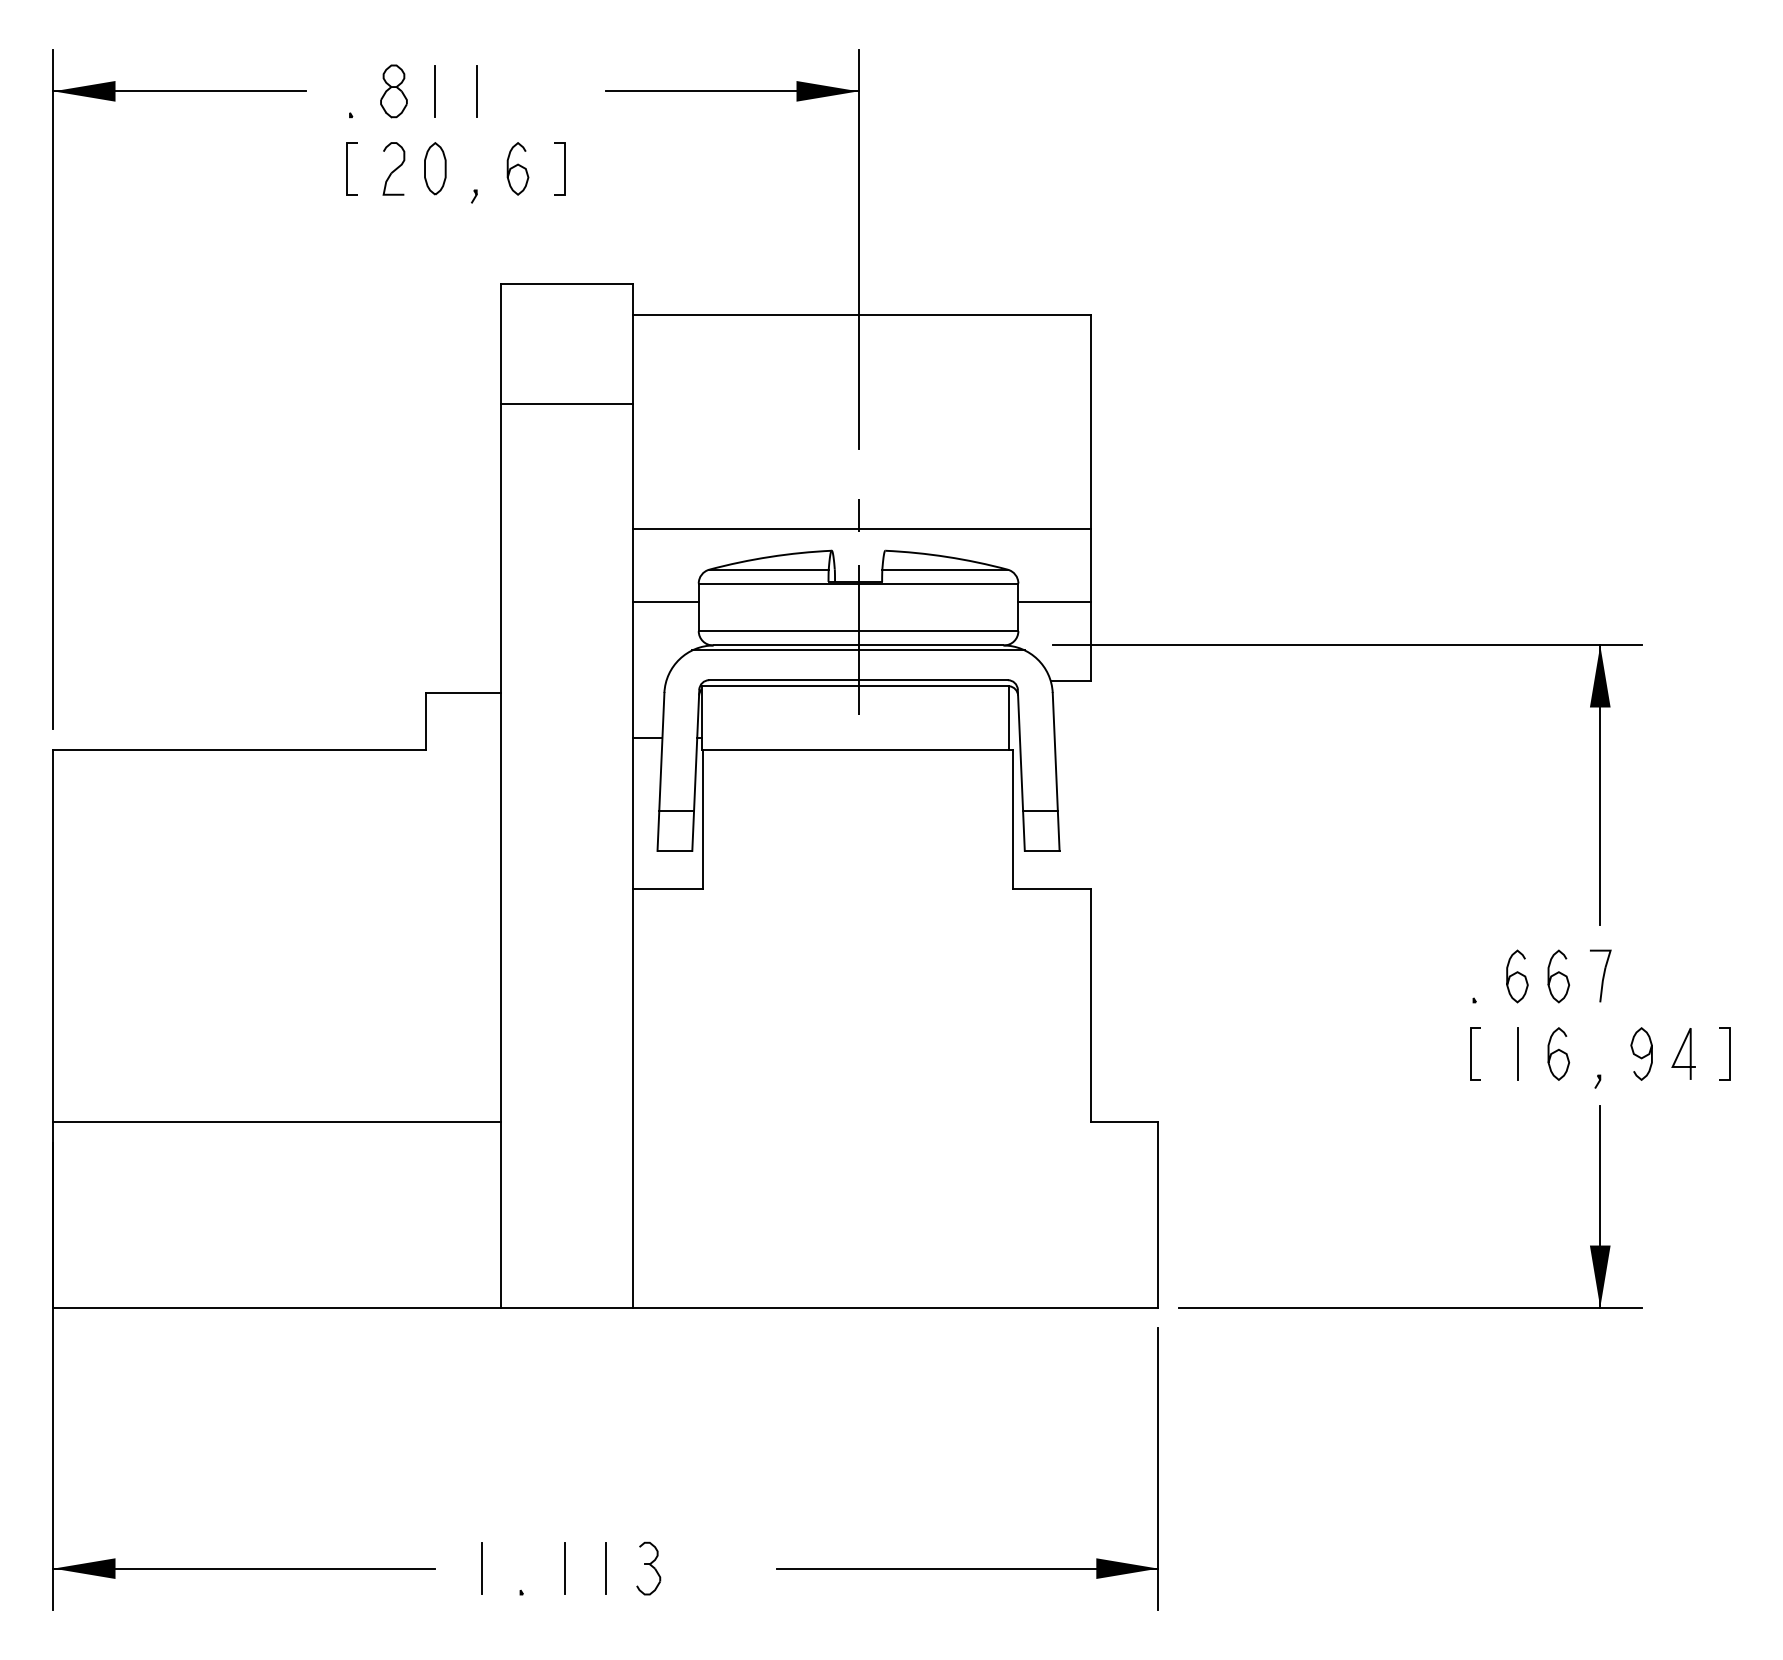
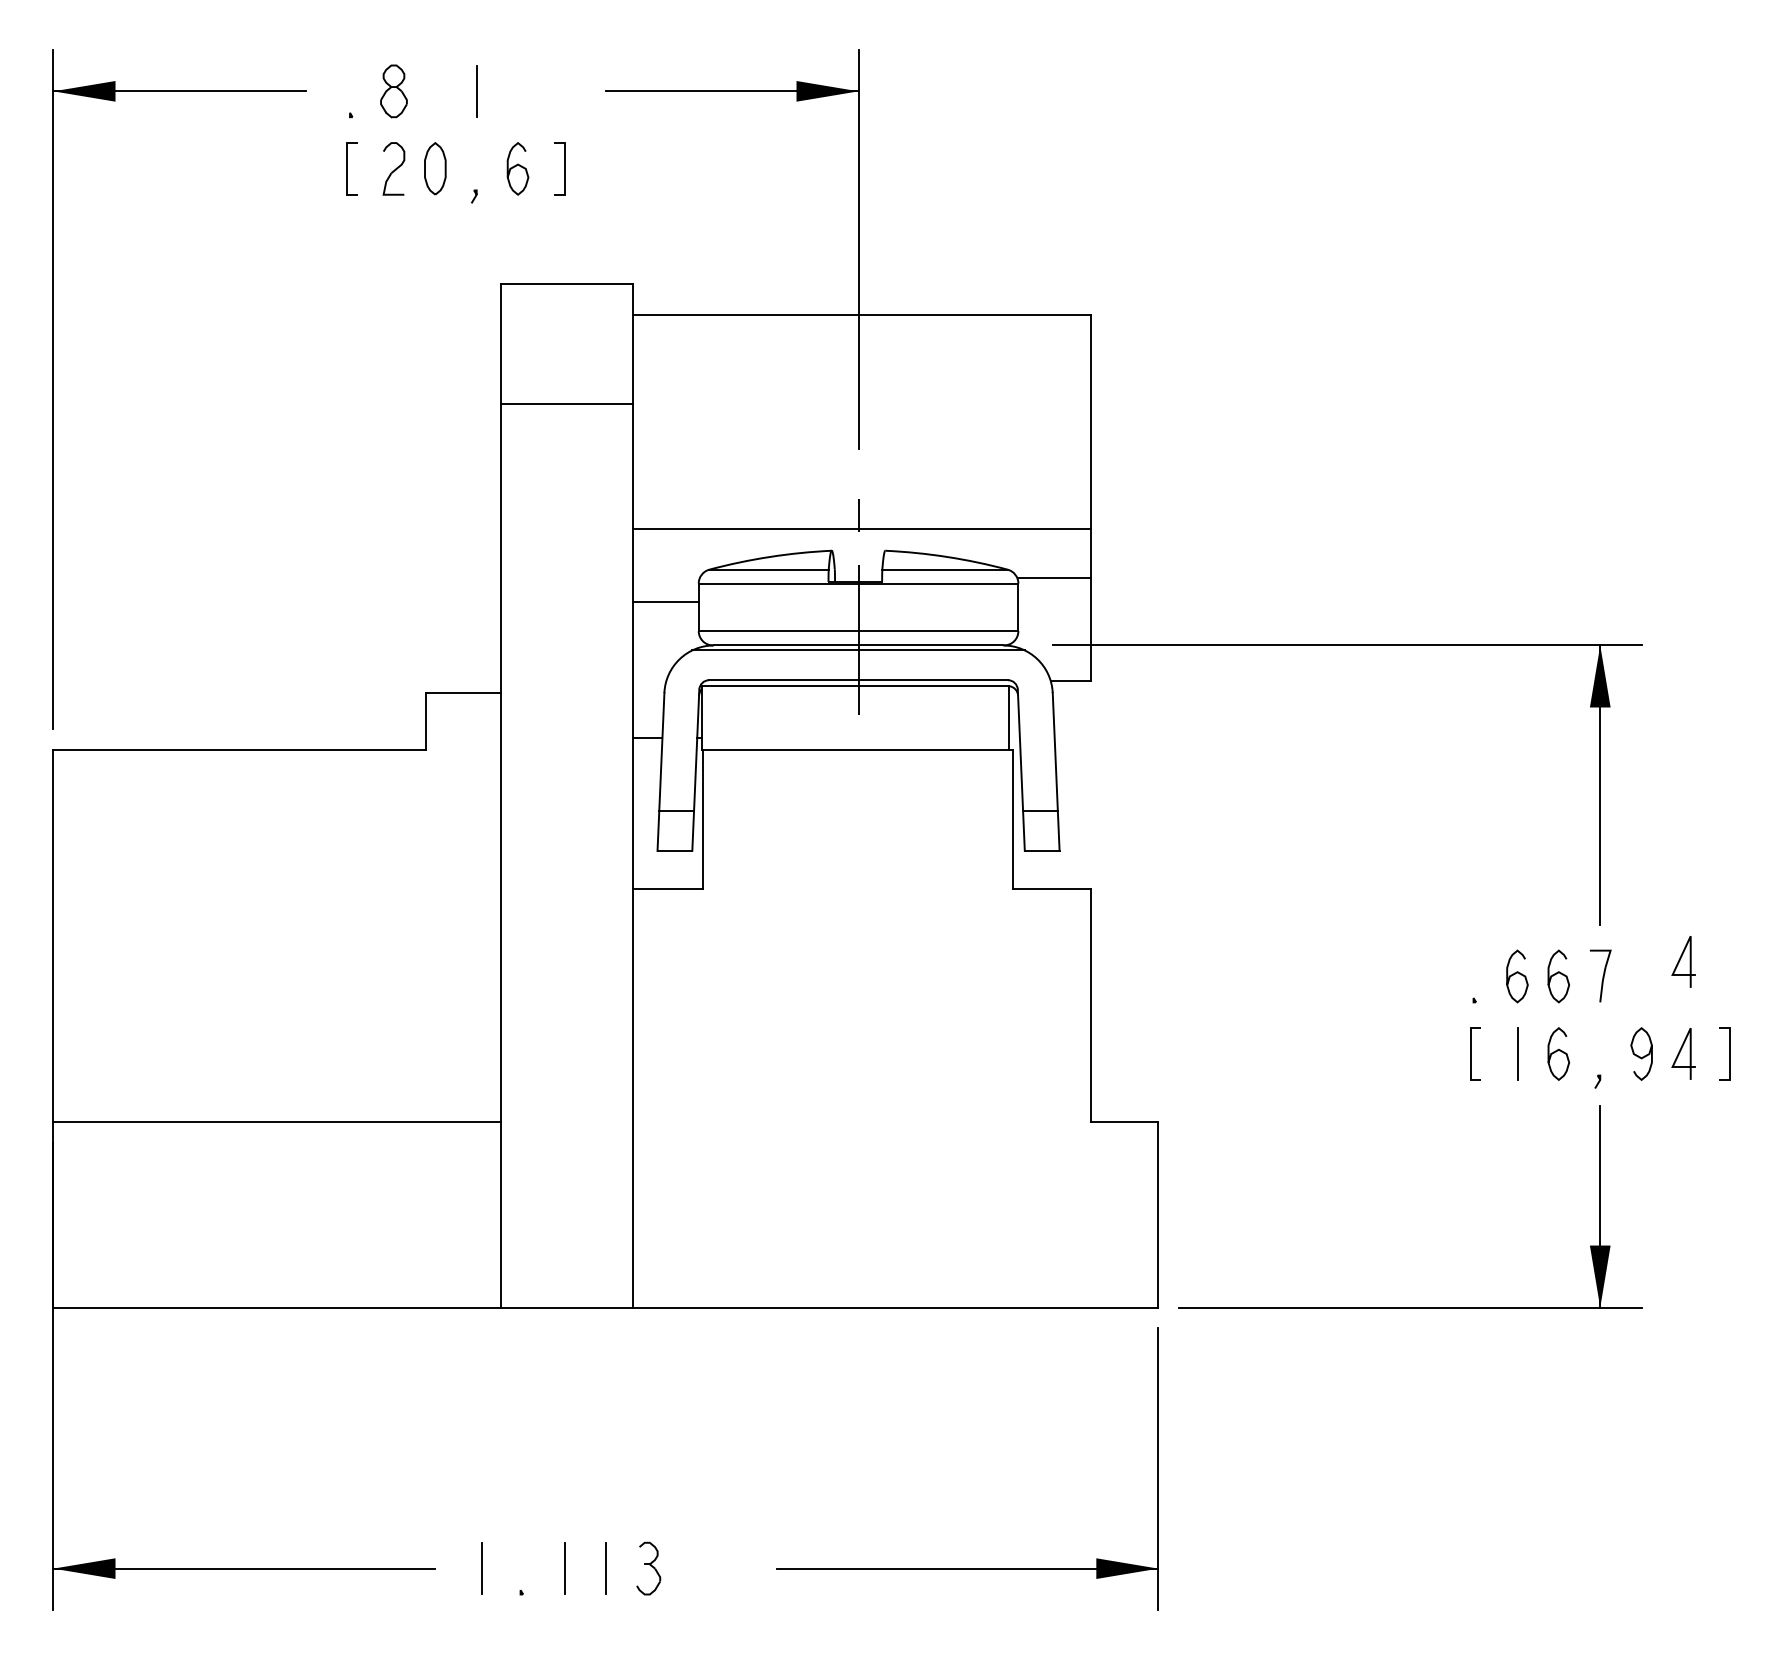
line at (435, 91): present -> none
line at (1054, 601) position: (1054, 601) -> (1054, 577)
line at (1680, 960): none -> present
